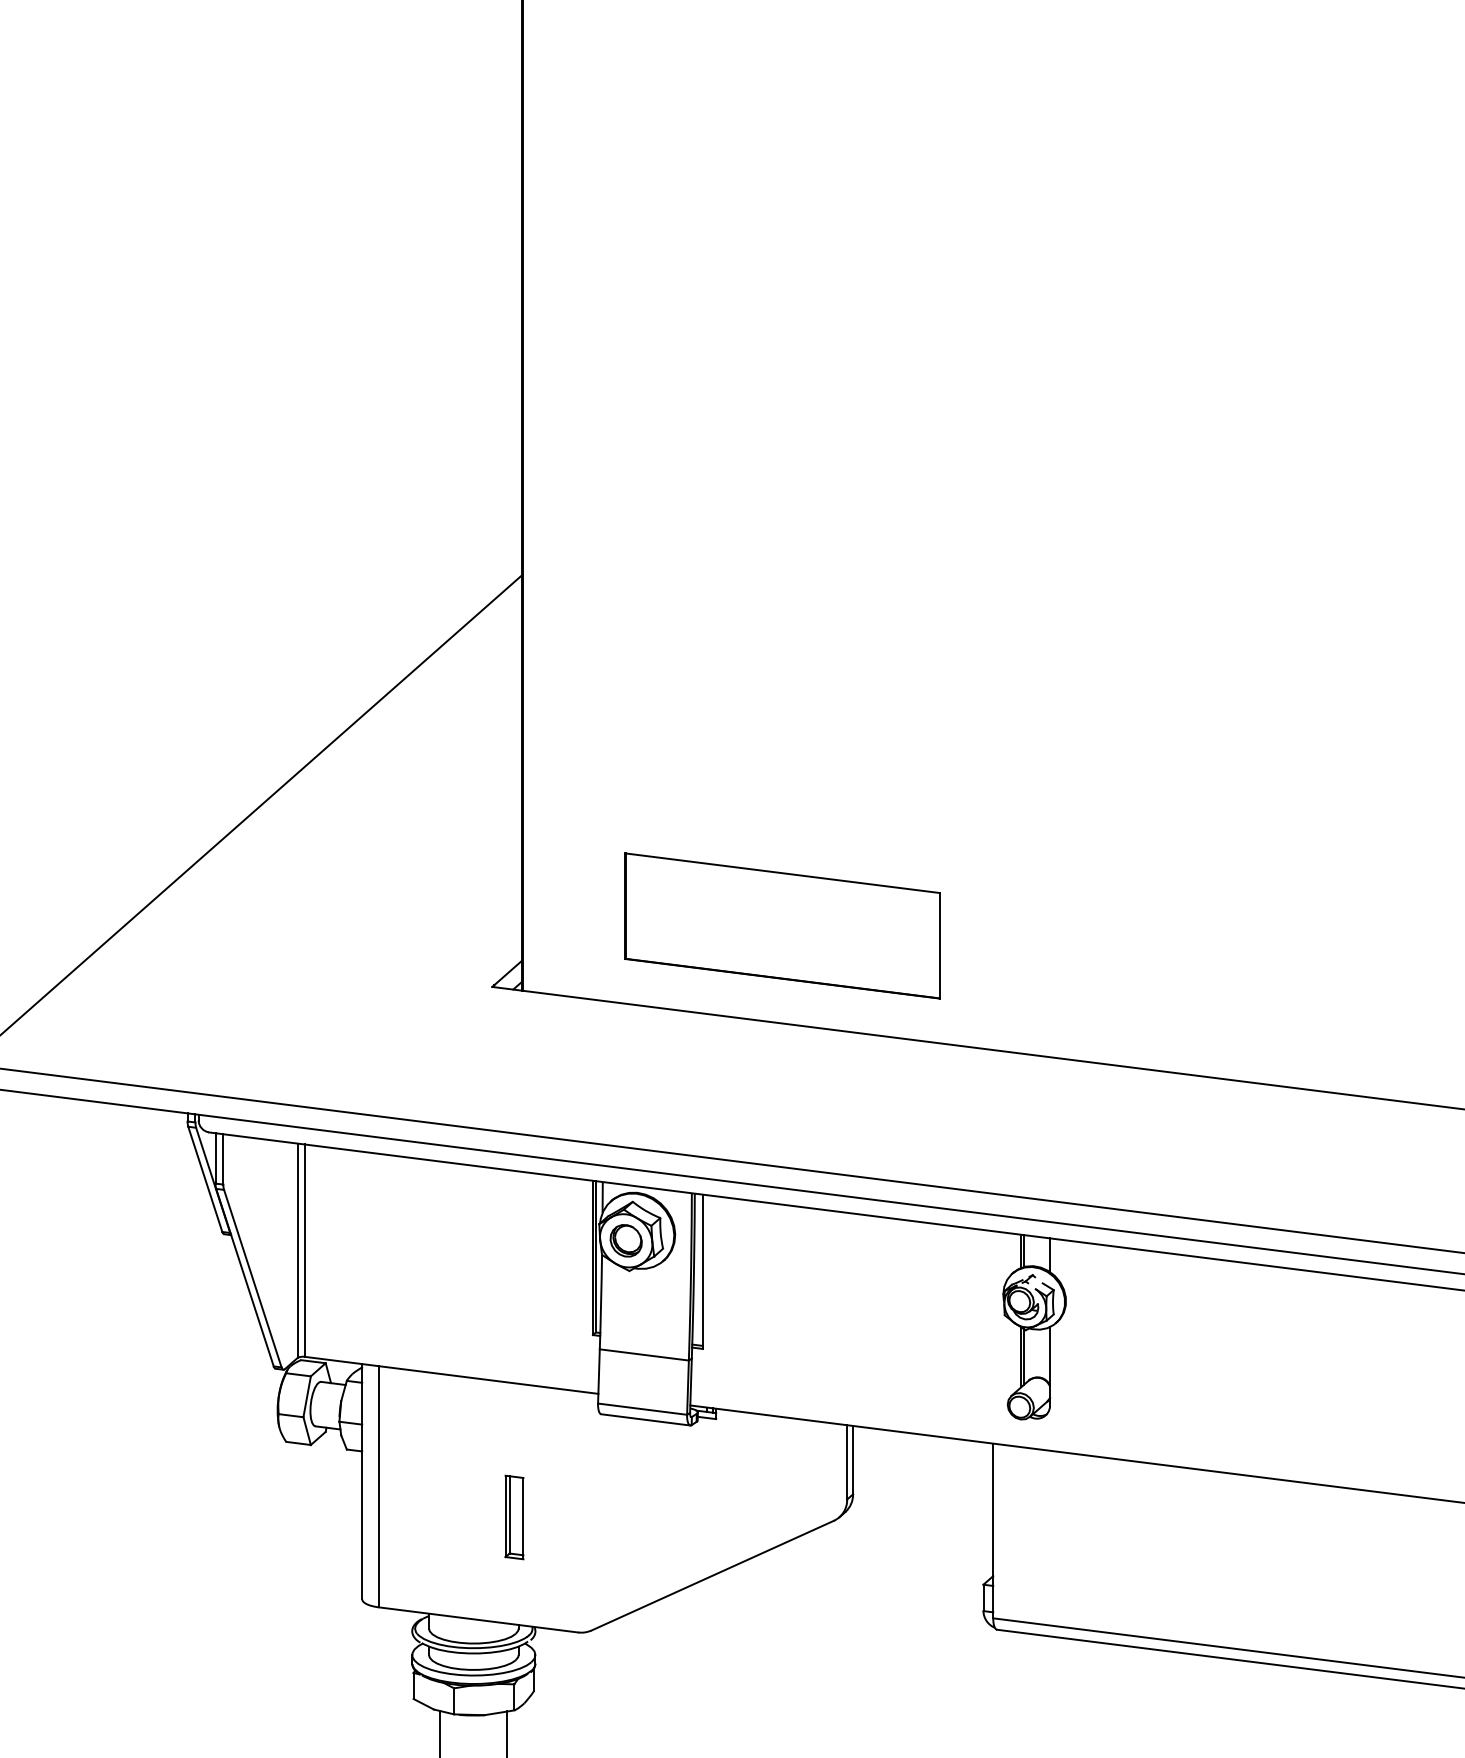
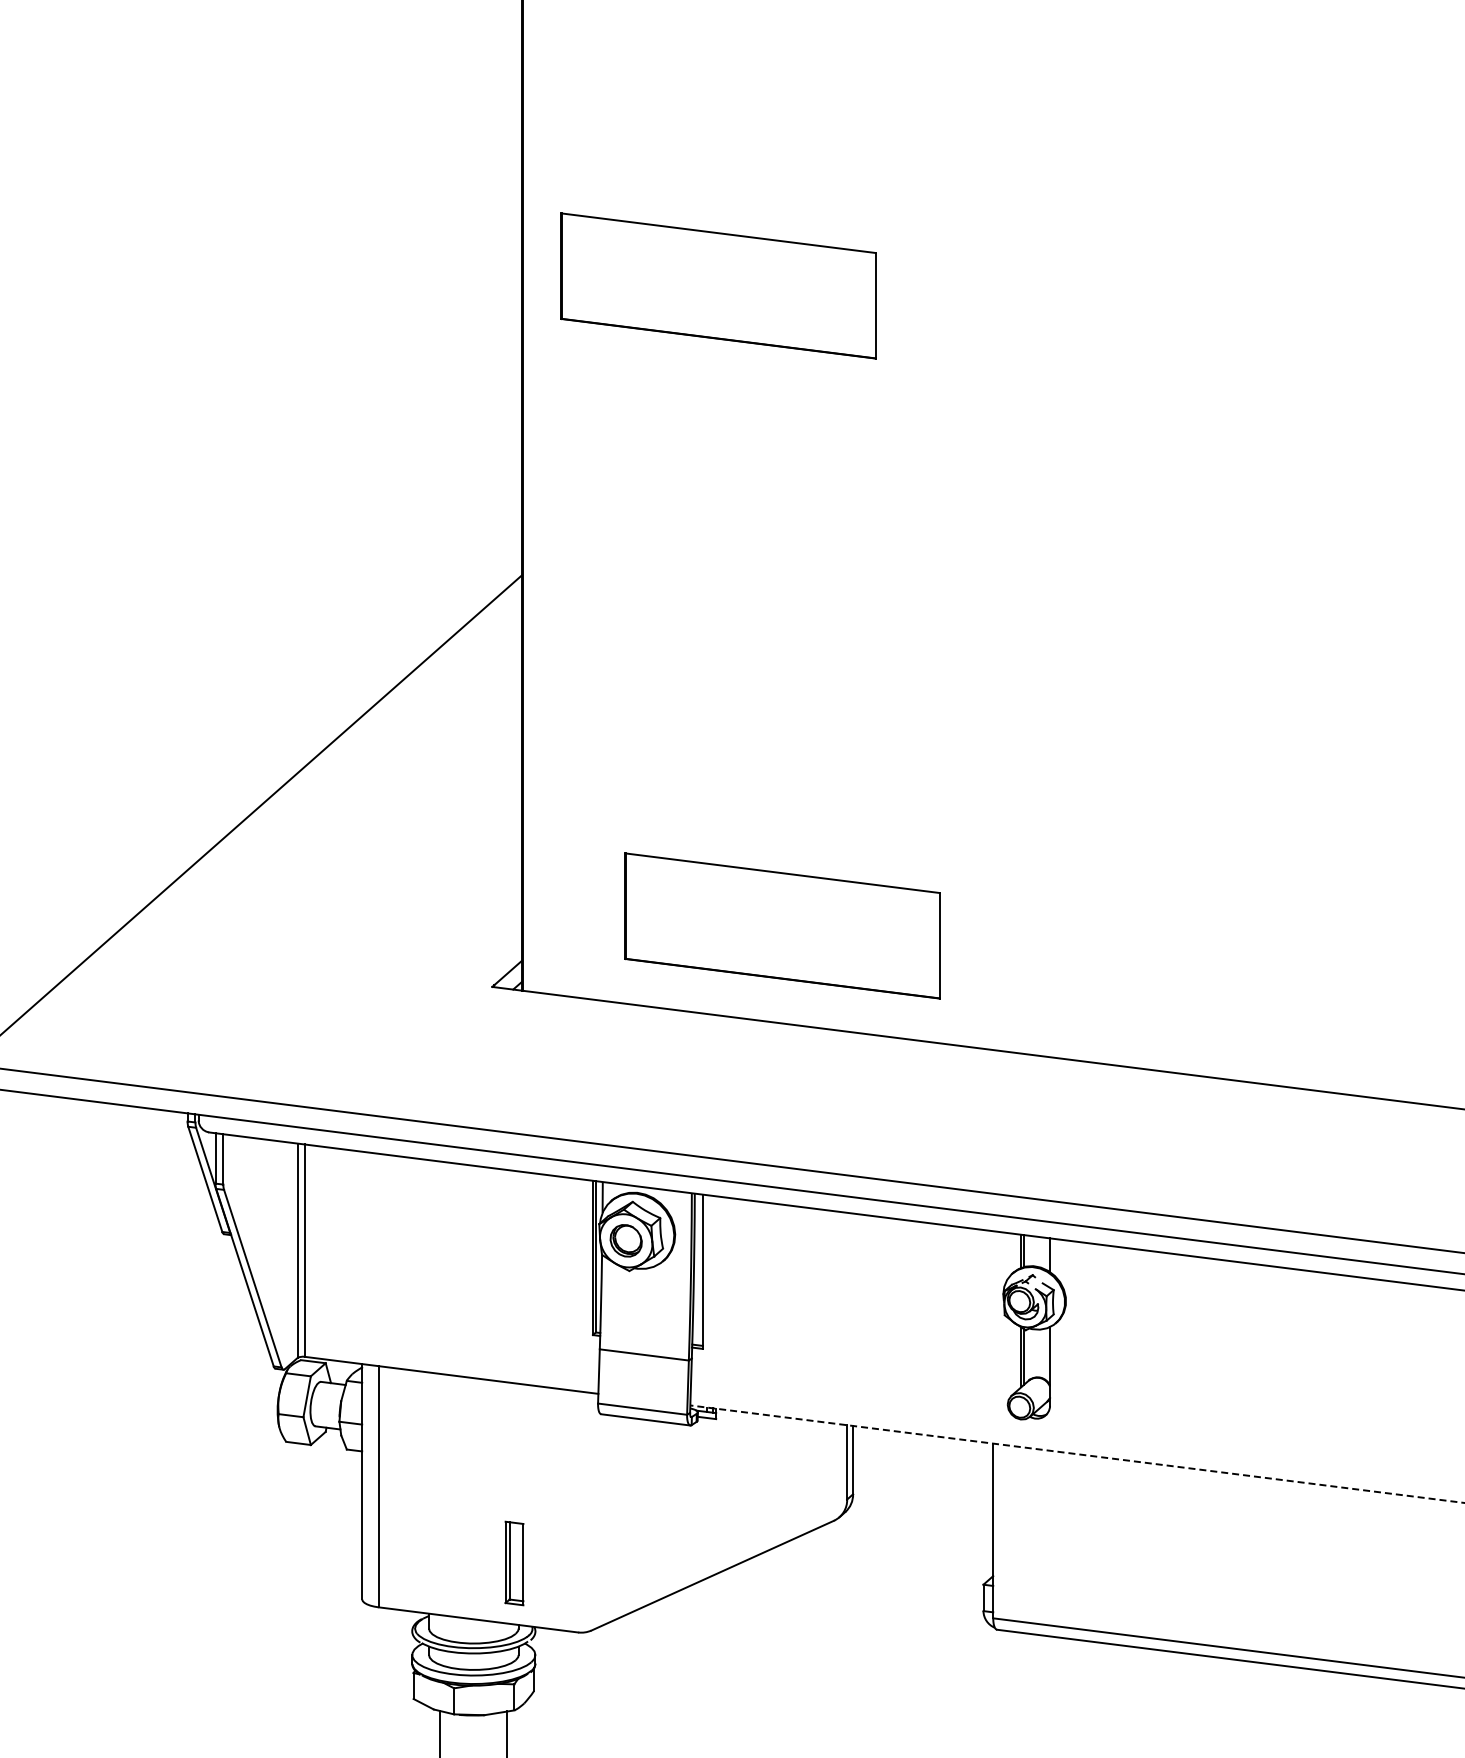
part at (718, 285): none -> present
line at (1076, 1454): solid -> dashed
part at (514, 1517) position: (514, 1517) -> (514, 1563)
